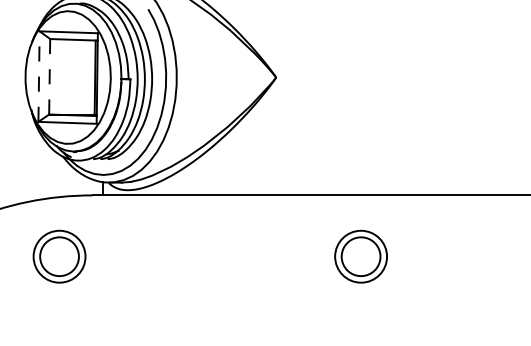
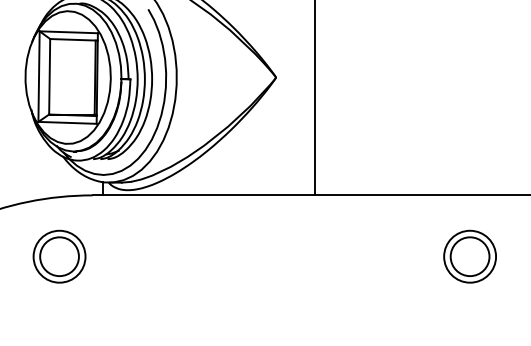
line at (39, 76): dashed -> solid
line at (49, 76): dashed -> solid
line at (314, 98): none -> present
part at (360, 256) position: (360, 256) -> (469, 256)
